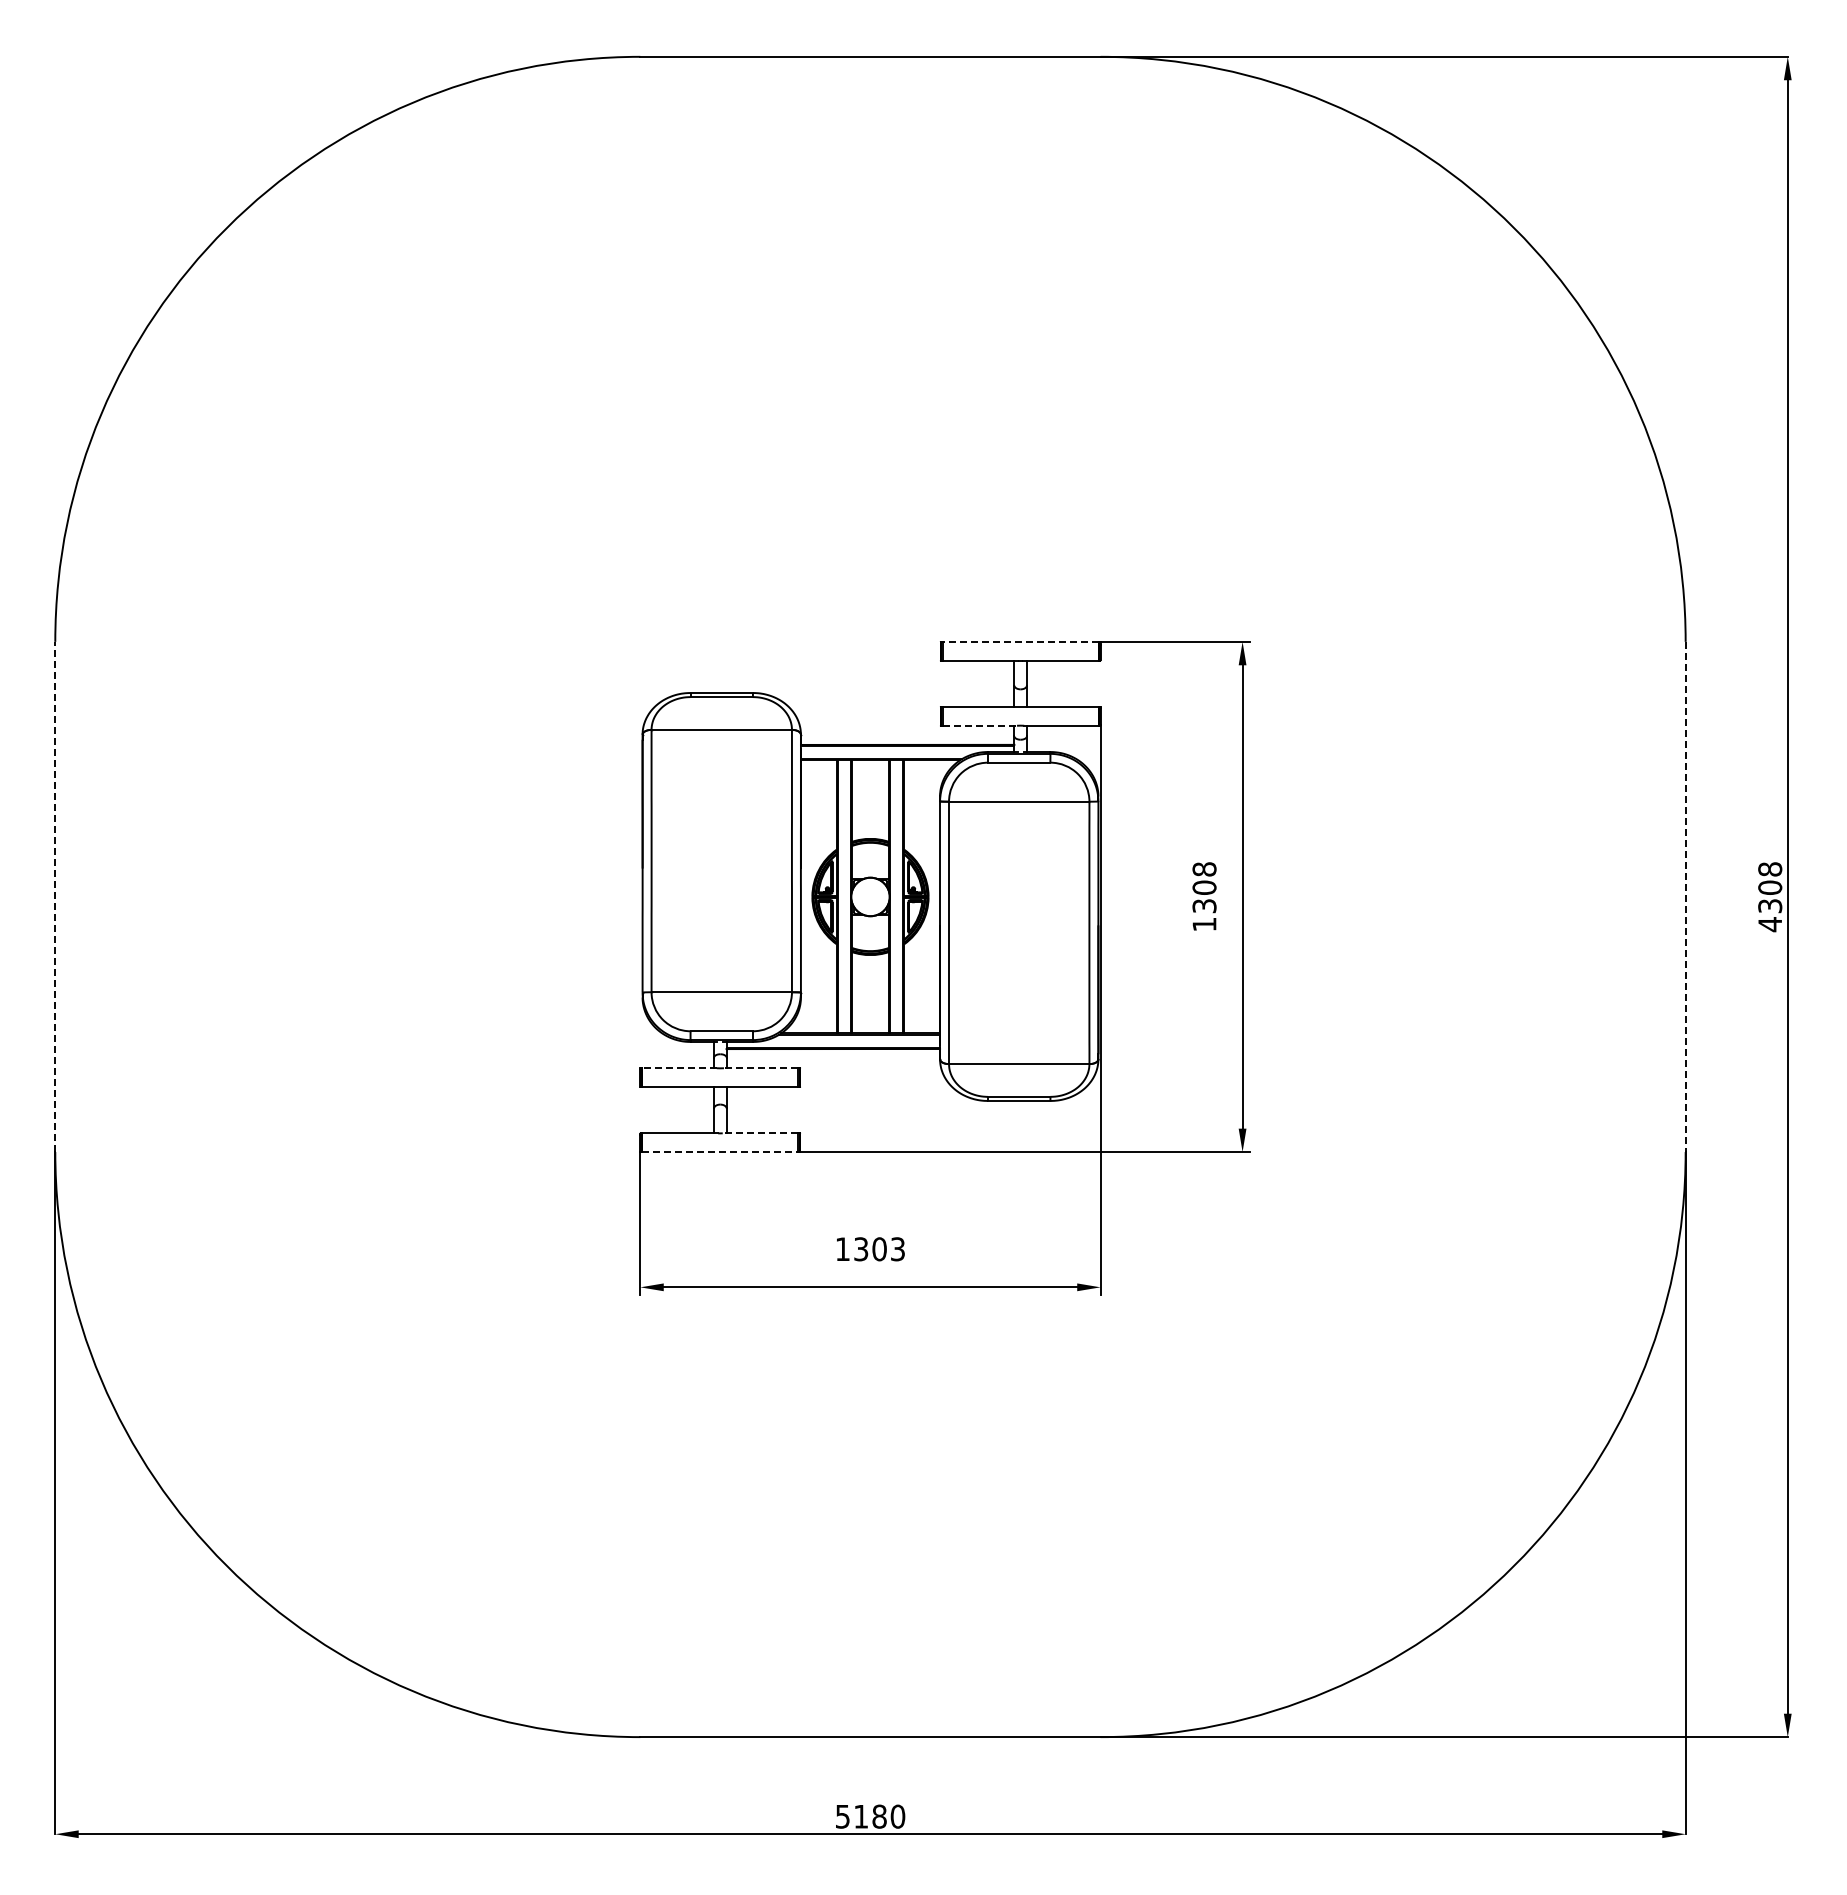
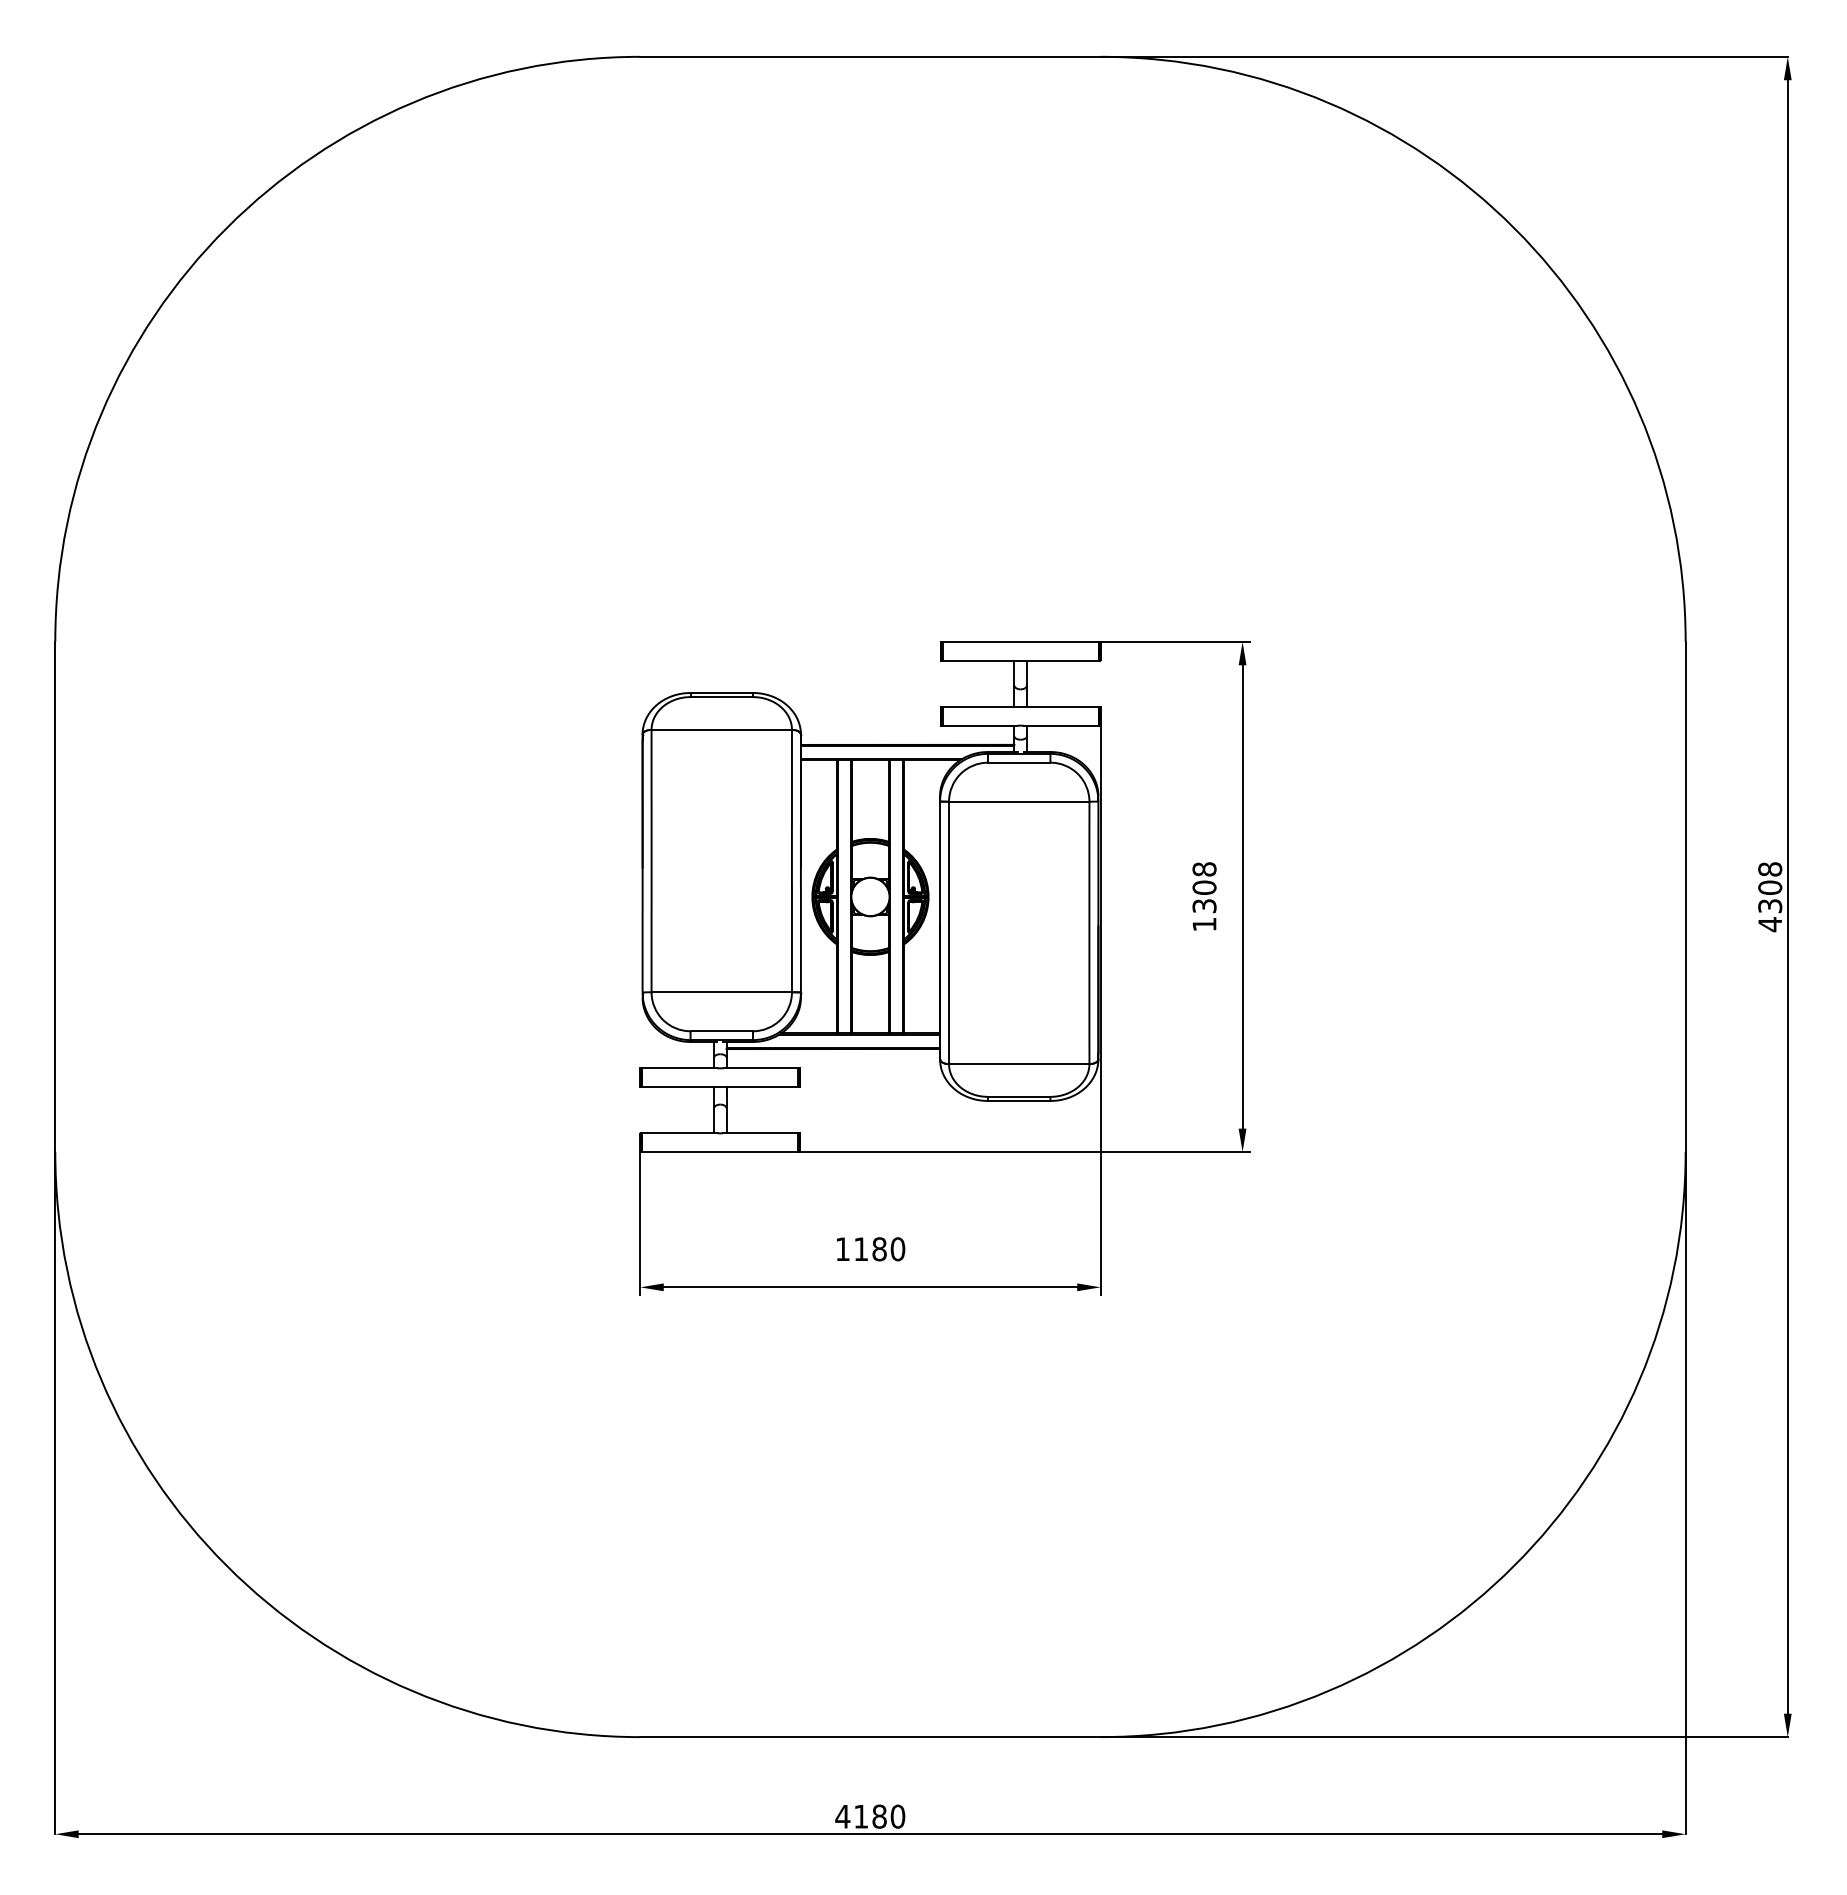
line at (1020, 641): dashed -> solid
line at (980, 725): dashed -> solid
line at (55, 896): dashed -> solid
line at (1685, 897): dashed -> solid
line at (679, 1068): dashed -> solid
line at (760, 1068): dashed -> solid
line at (760, 1133): dashed -> solid
line at (720, 1152): dashed -> solid
text at (879, 1249): 1303 -> 1180
text at (842, 1816): 5180 -> 4180
